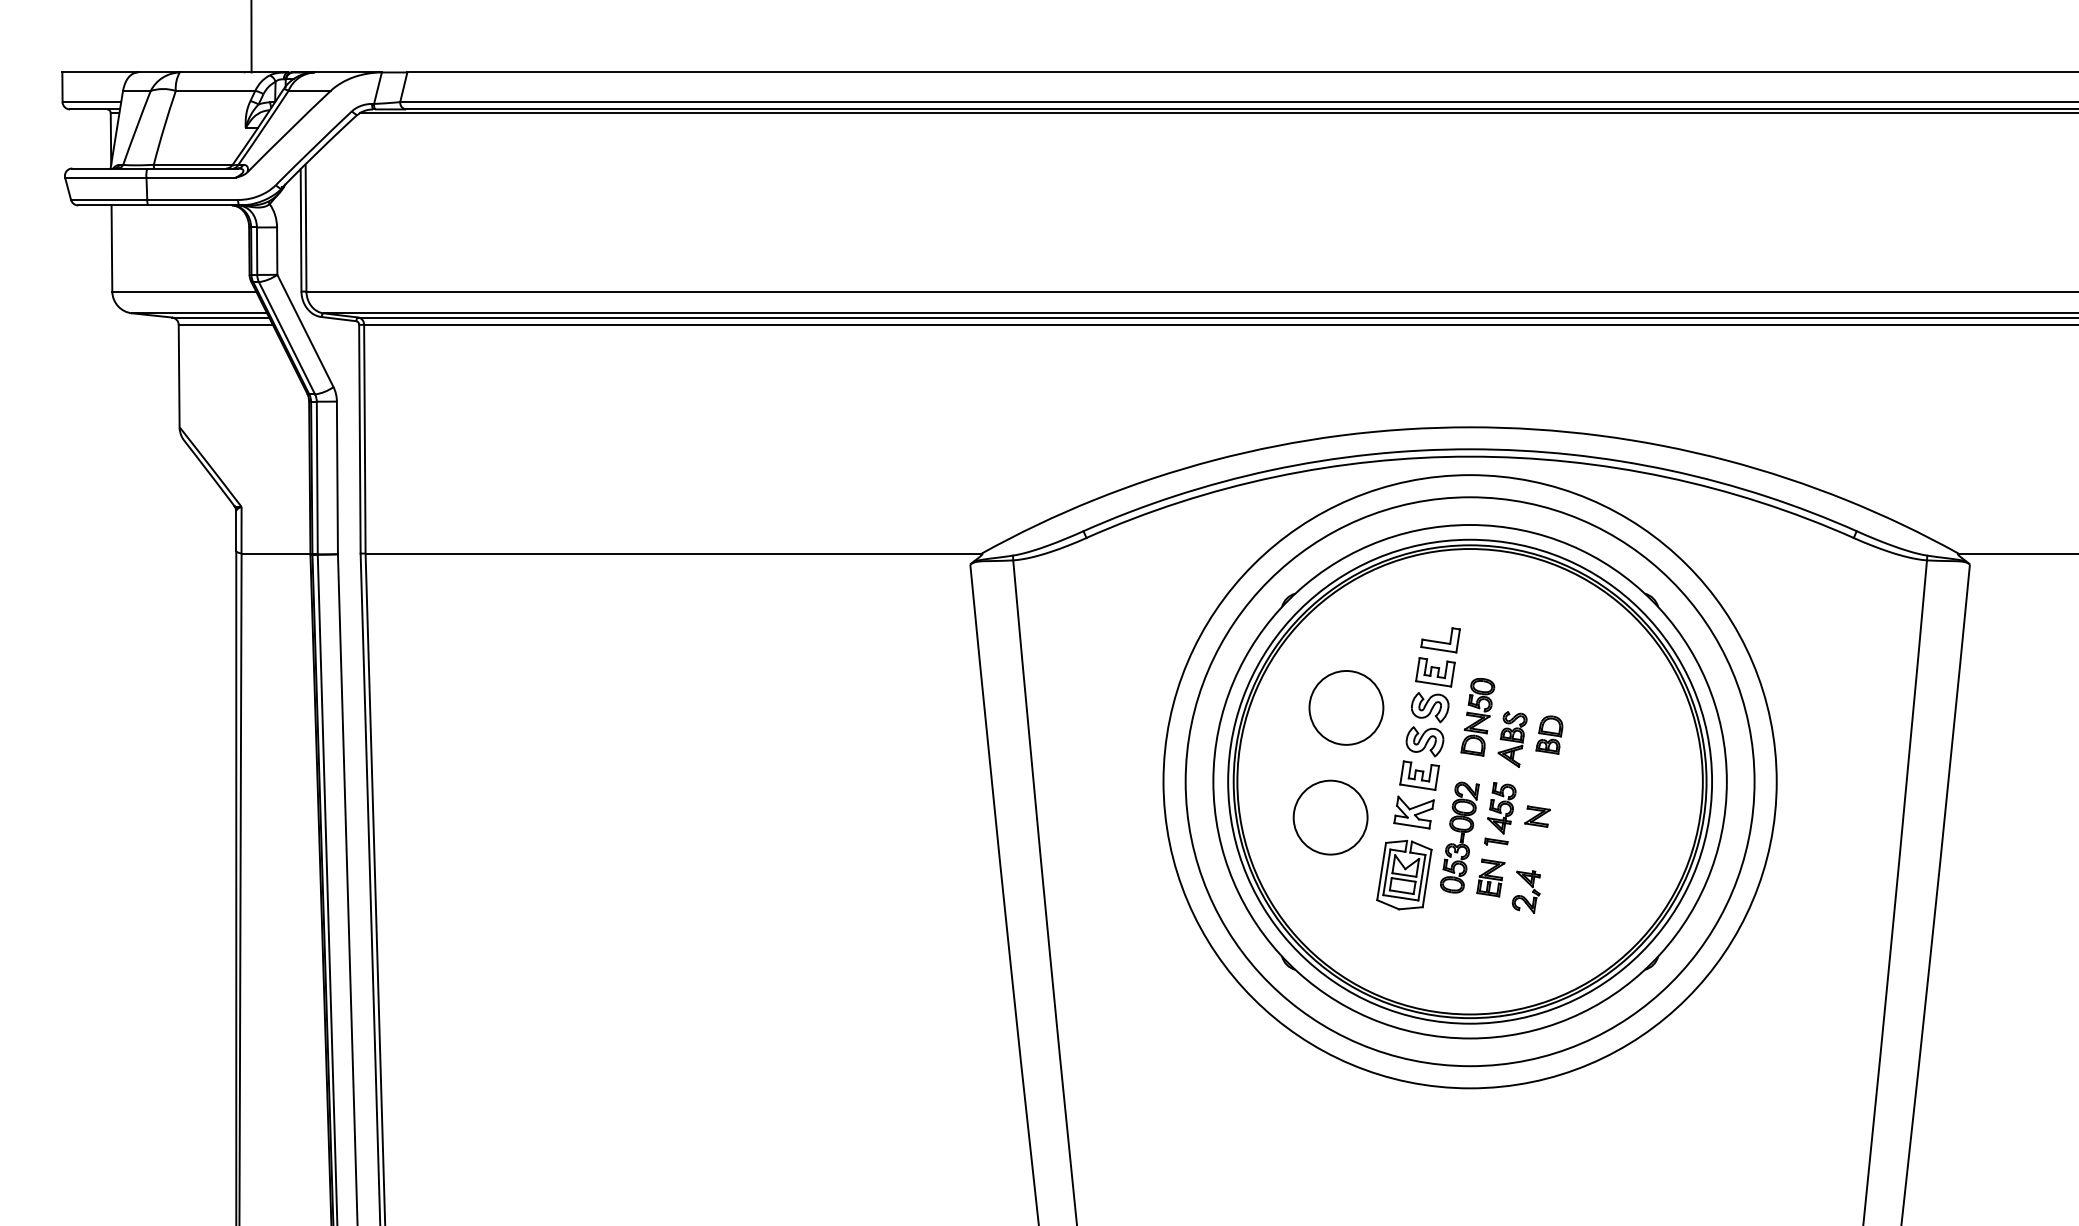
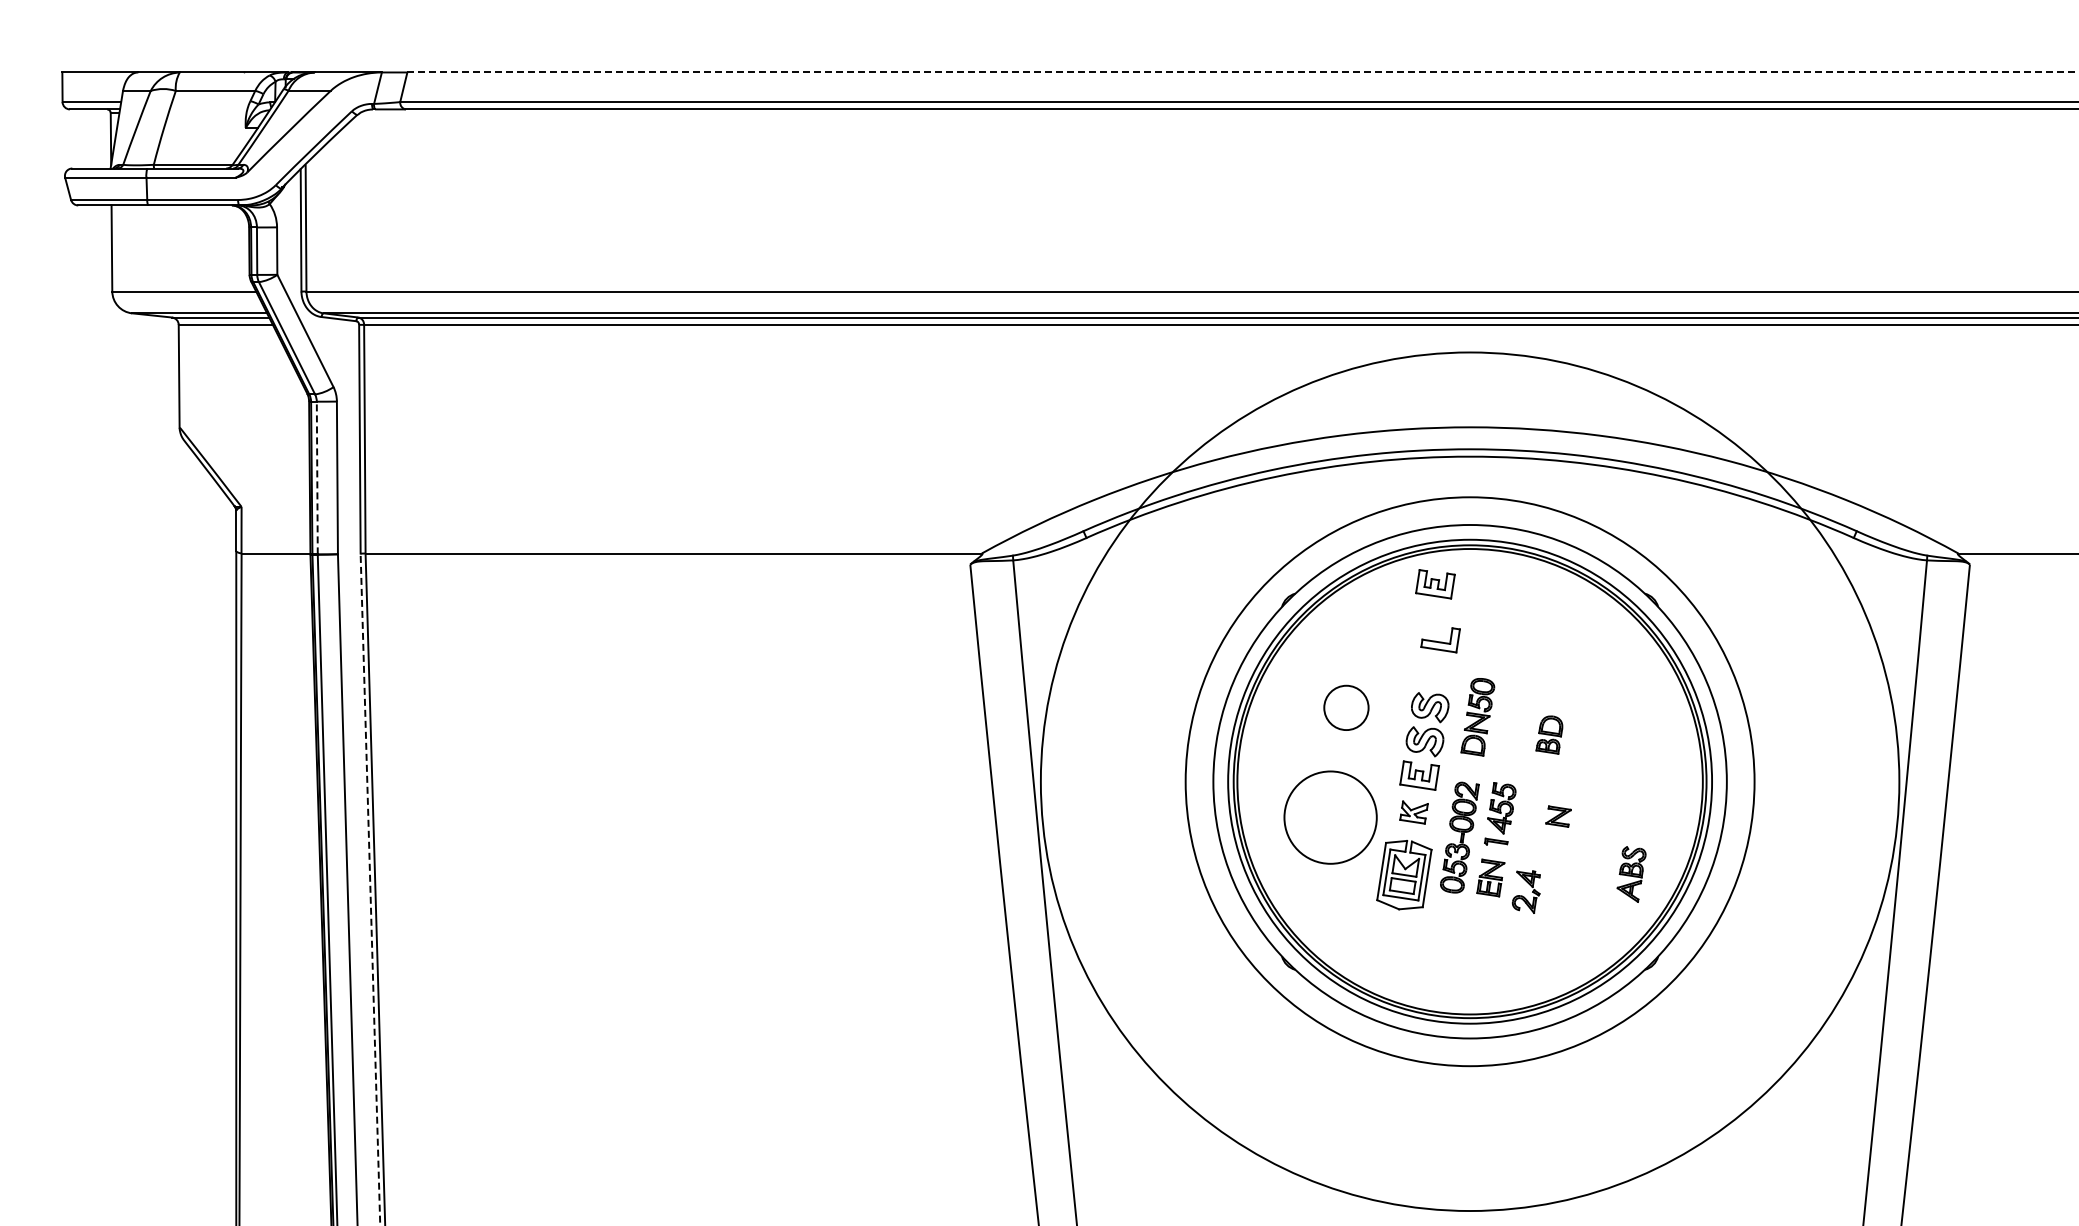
line at (251, 37): present -> none
line at (1243, 72): solid -> dashed
line at (1217, 113): present -> none
line at (317, 477): solid -> dashed
part at (1435, 672) position: (1435, 672) -> (1435, 584)
circle at (1346, 707) diameter: 74 px -> 44 px
part at (1512, 739) position: (1512, 739) -> (1631, 874)
circle at (1469, 781) diameter: 613 px -> 859 px
part at (1413, 812) size: 42x35 px -> 30x25 px
part at (1537, 816) position: (1537, 816) -> (1558, 816)
circle at (1330, 817) diameter: 74 px -> 92 px
line at (370, 889): solid -> dashed
